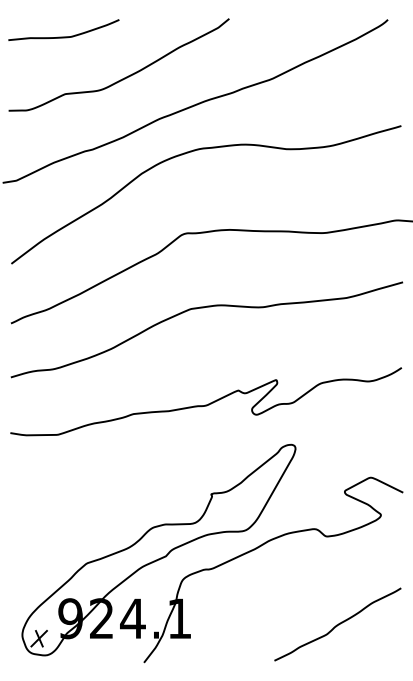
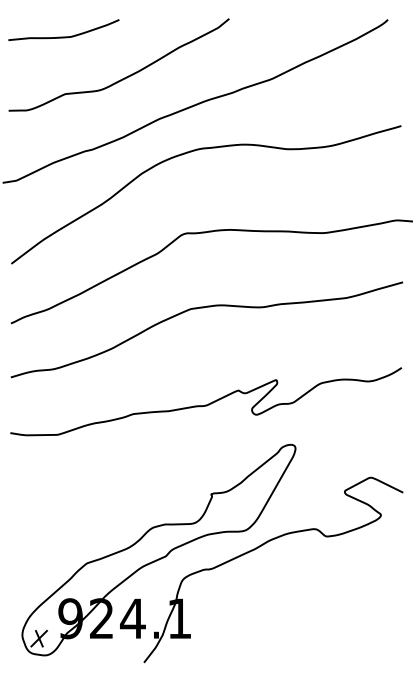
curve at (337, 624): present -> none
